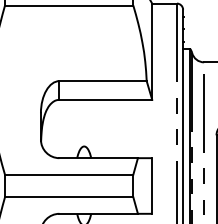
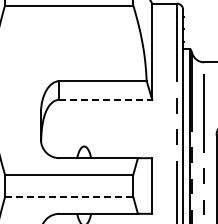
line at (106, 99): solid -> dashed
line at (69, 197): solid -> dashed
